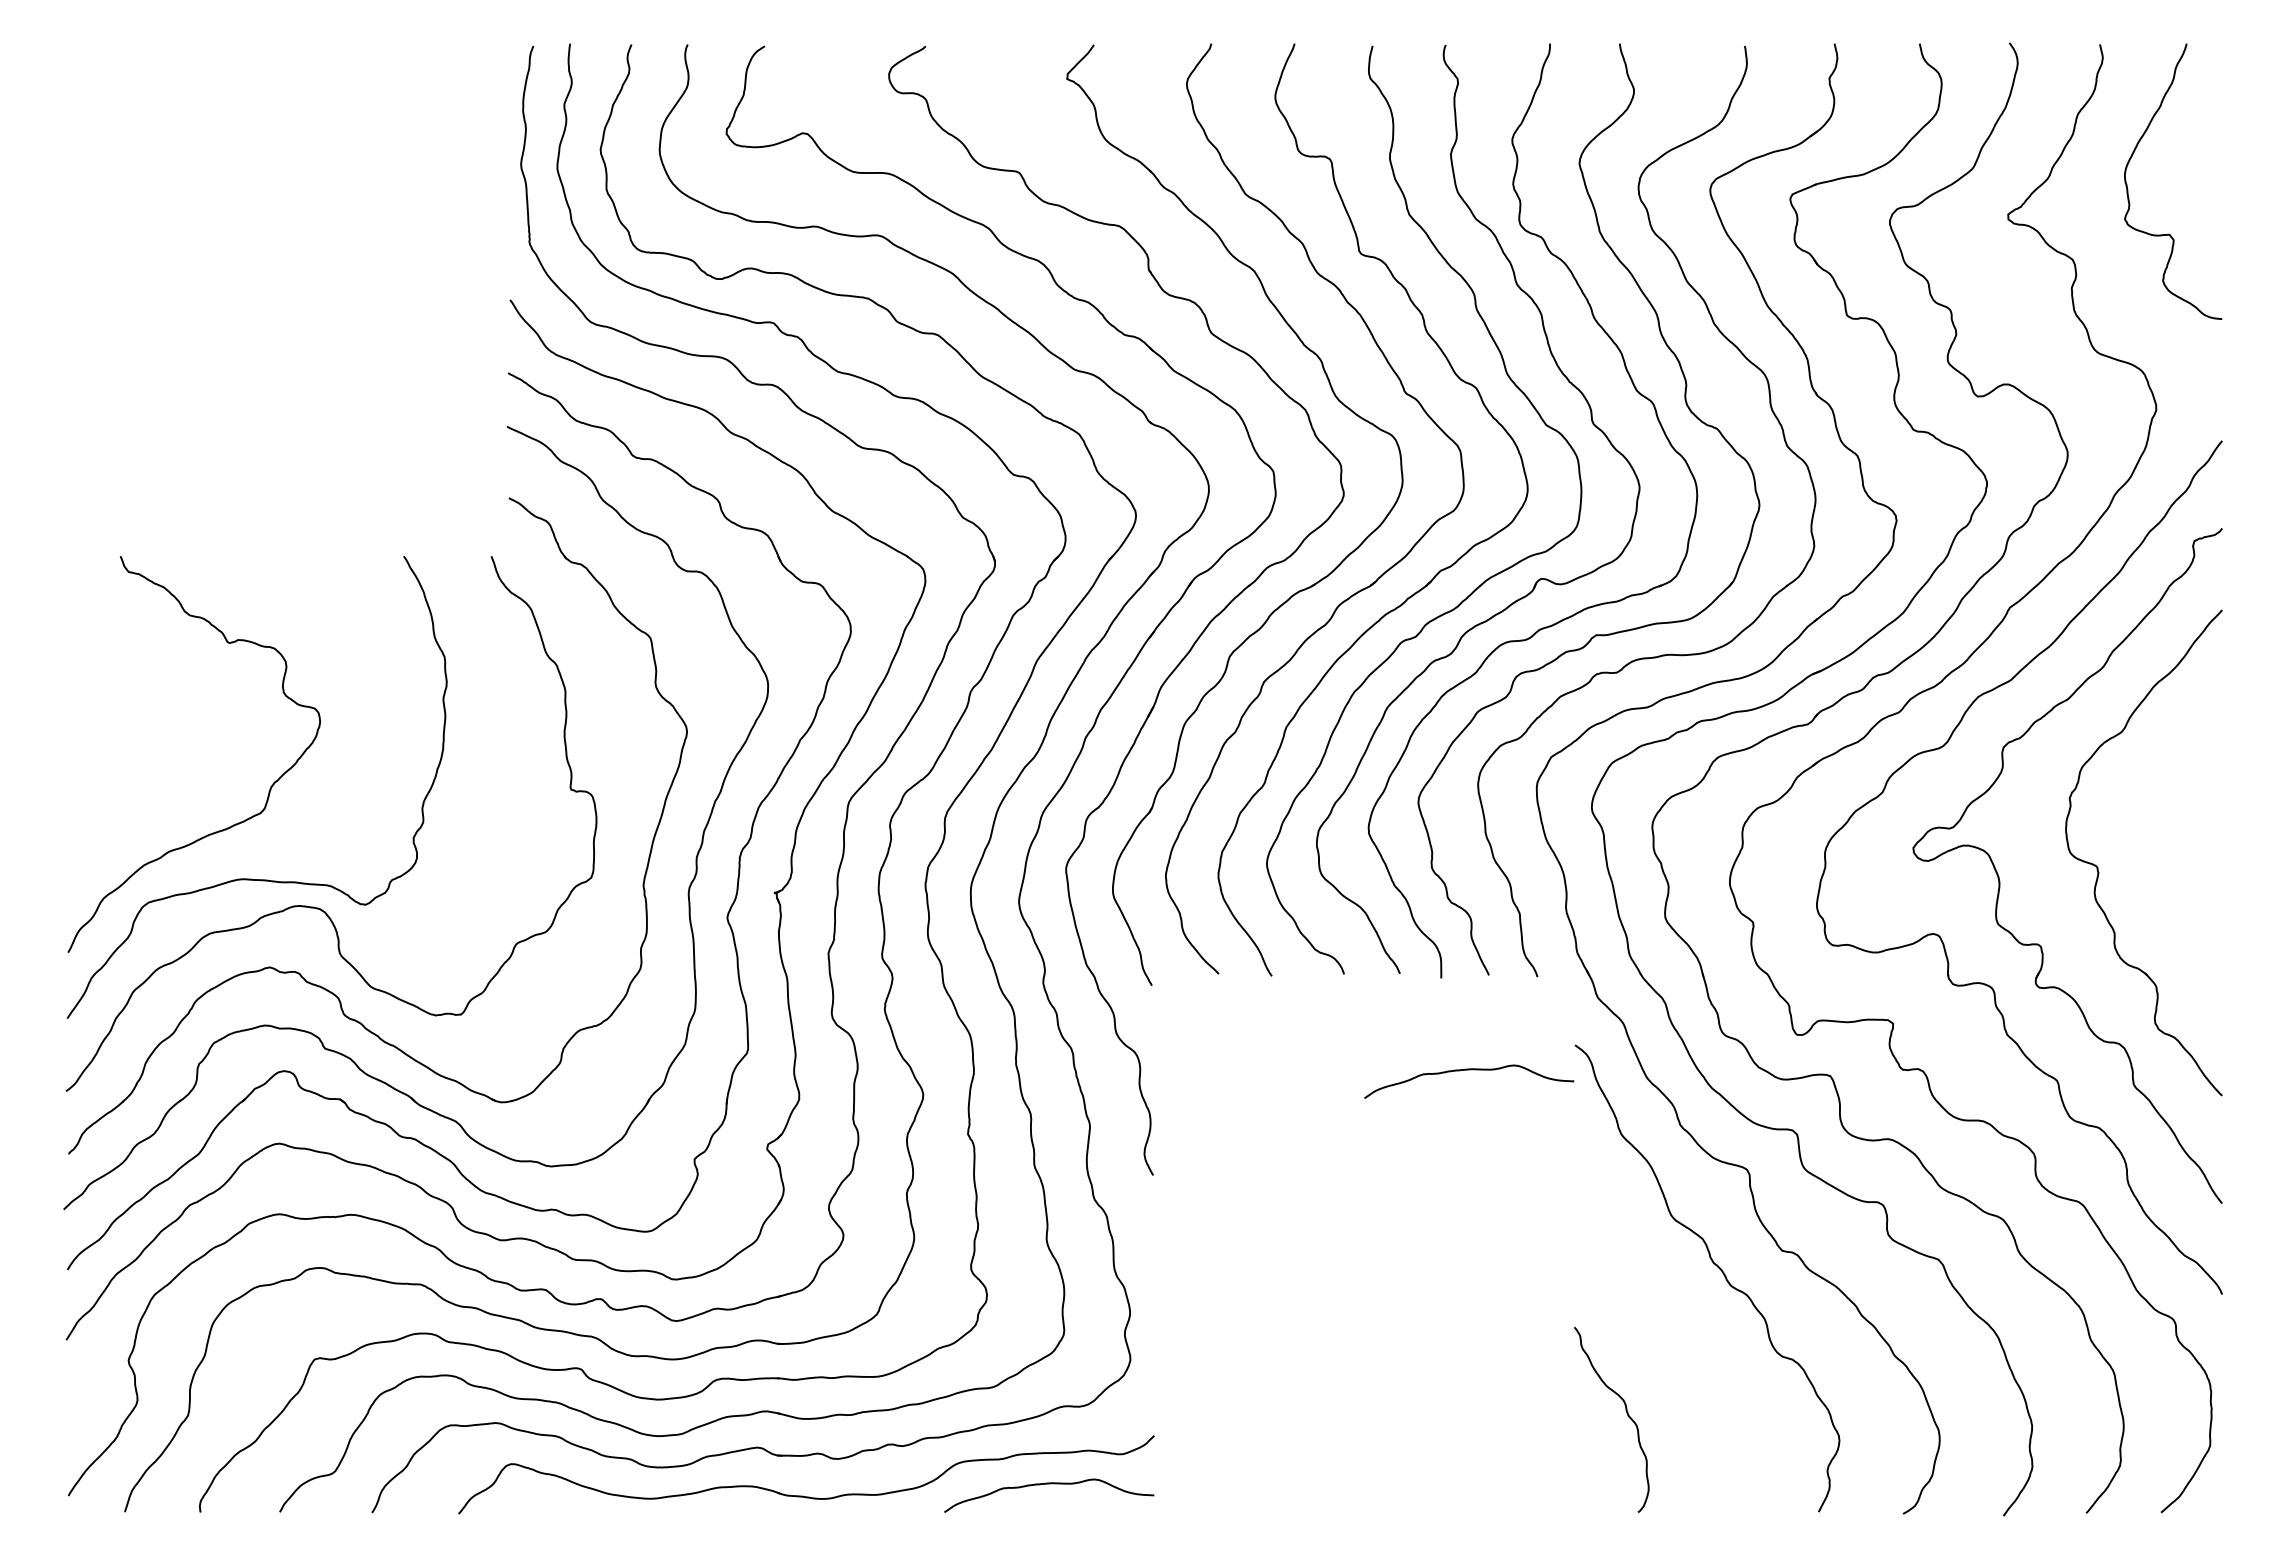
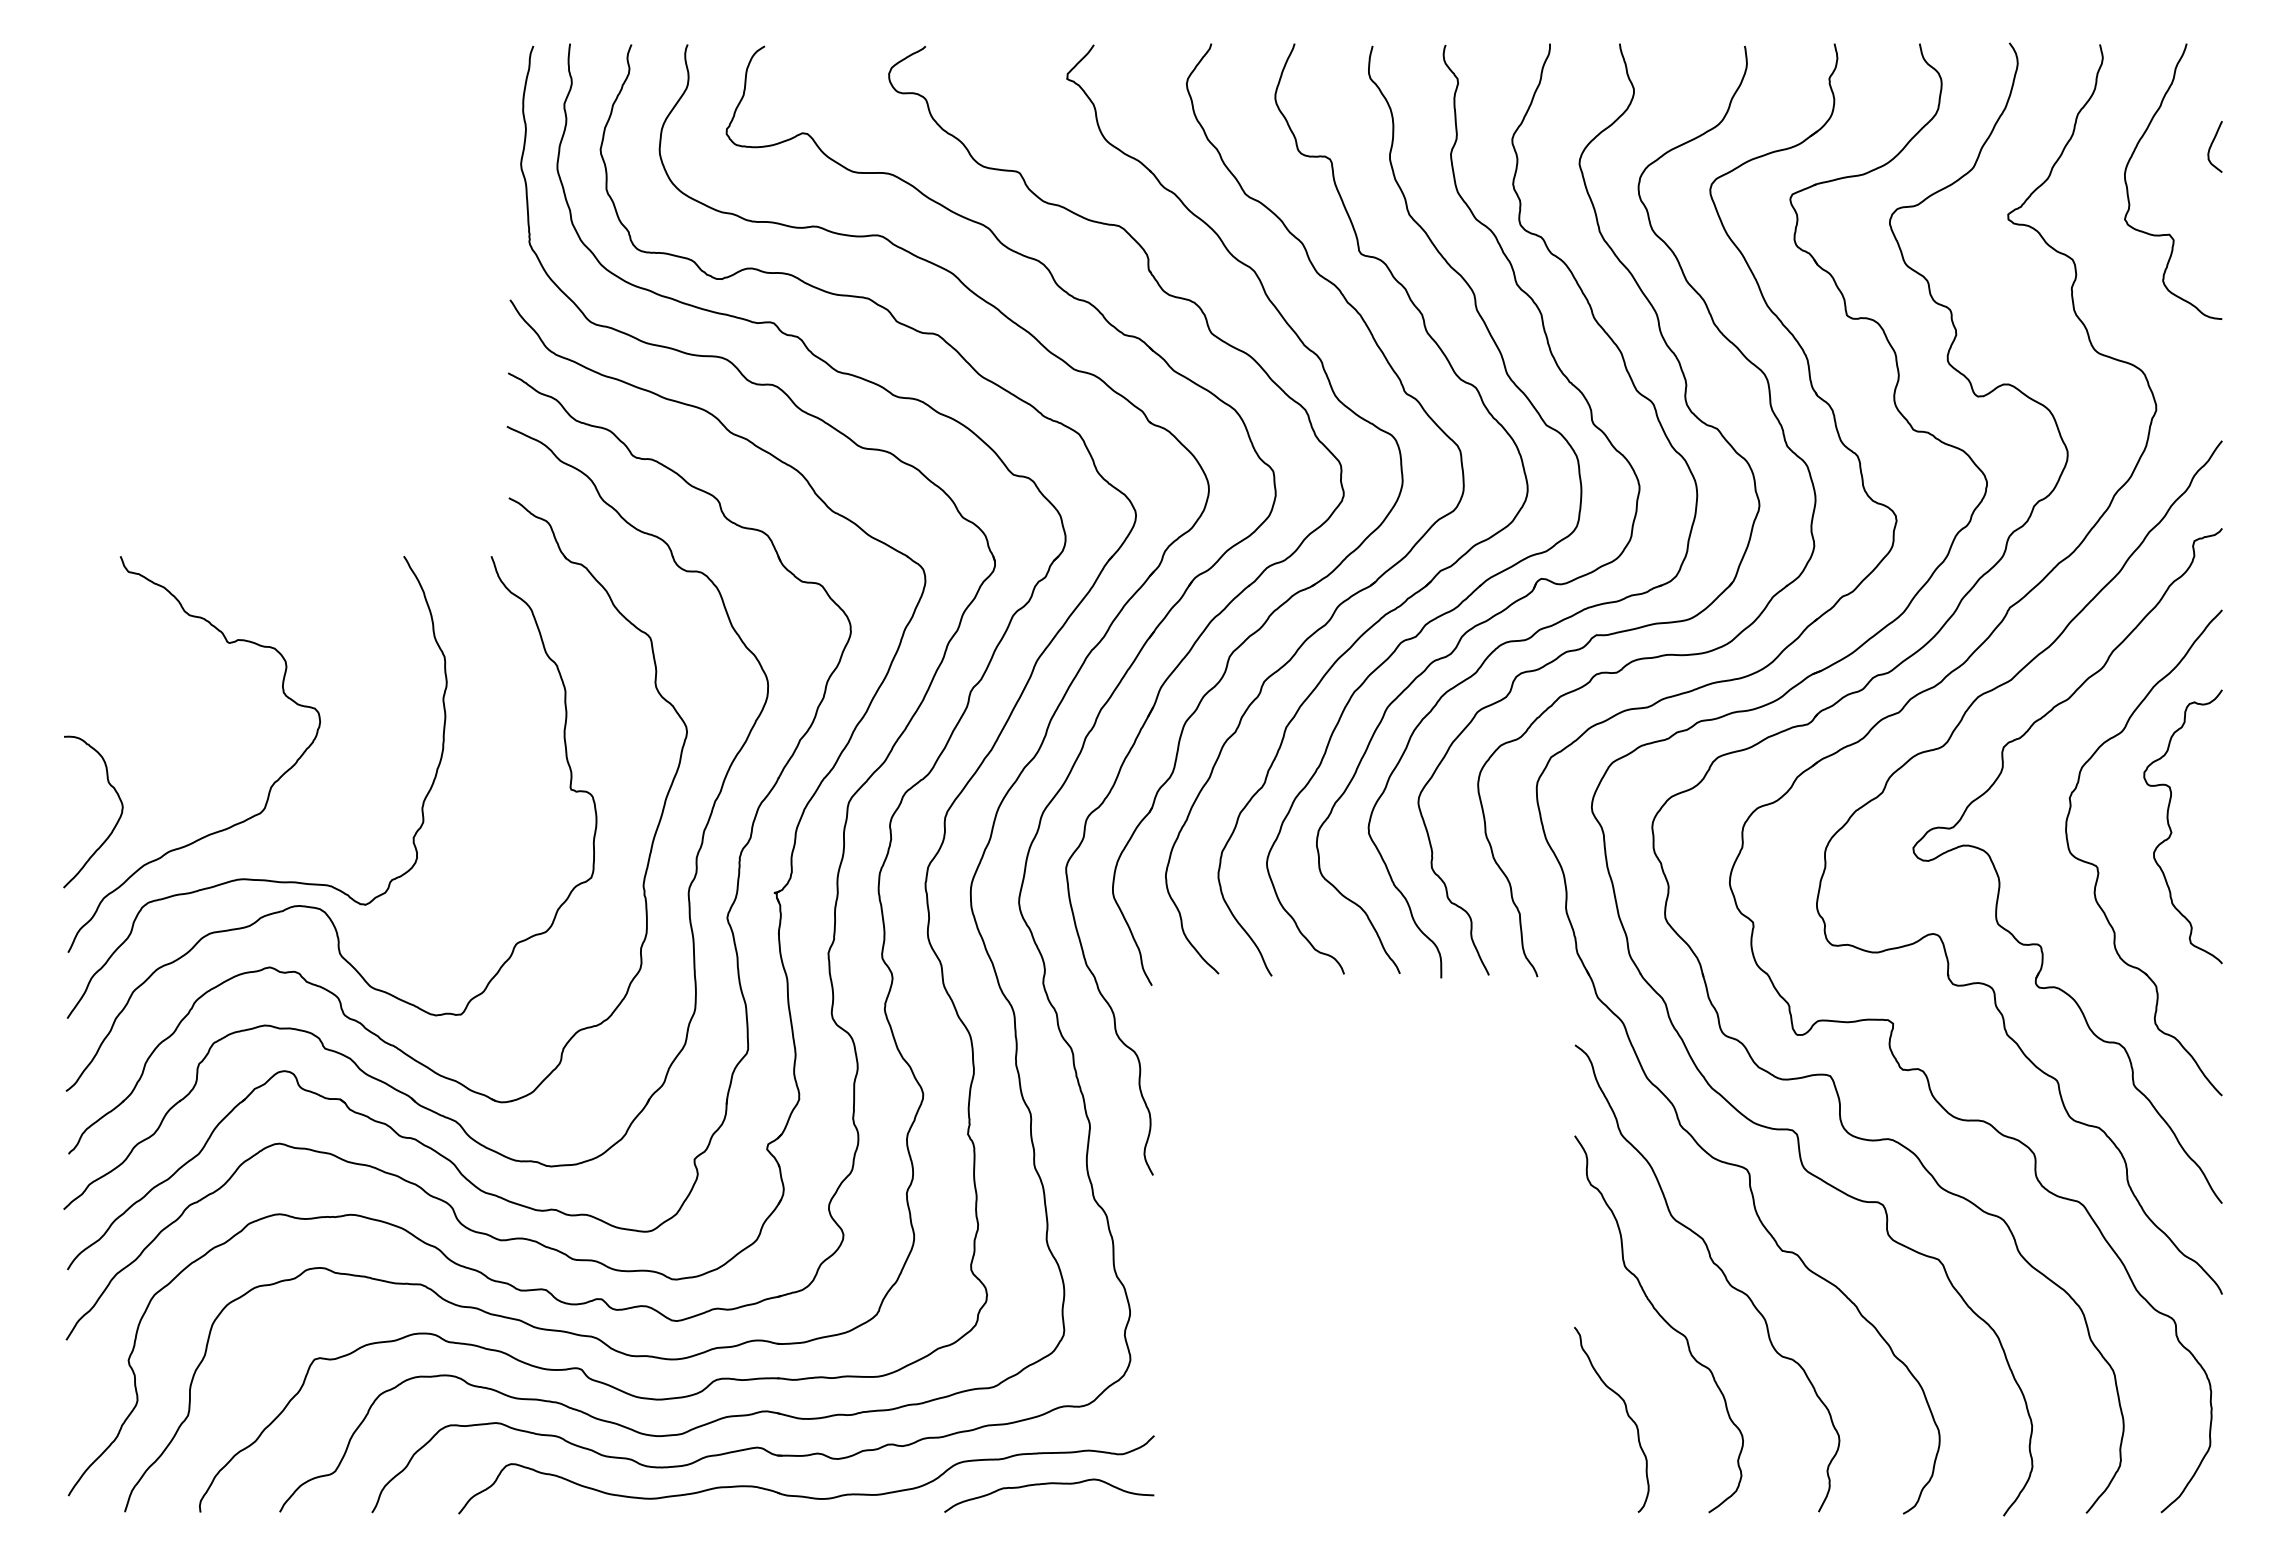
curve at (2212, 145): none -> present
curve at (114, 825): none -> present
curve at (2171, 828): none -> present
curve at (1469, 1070): present -> none
curve at (1662, 1319): none -> present
